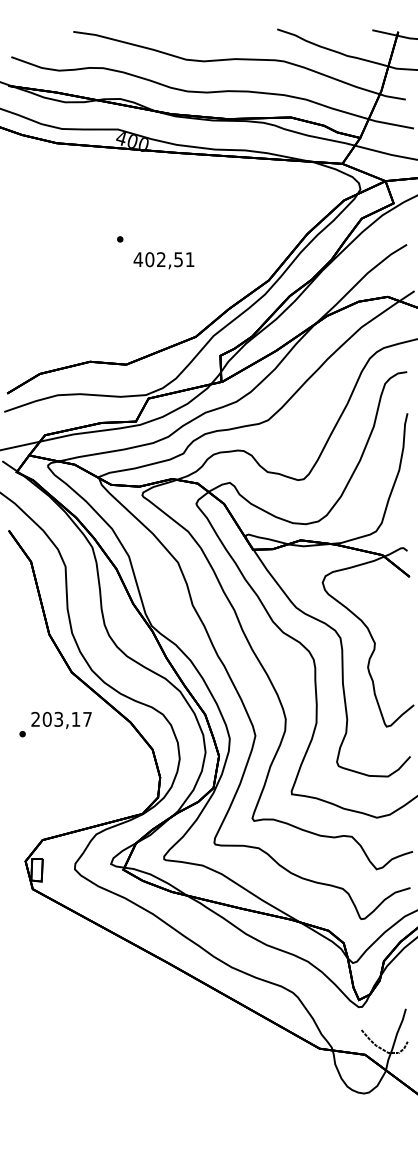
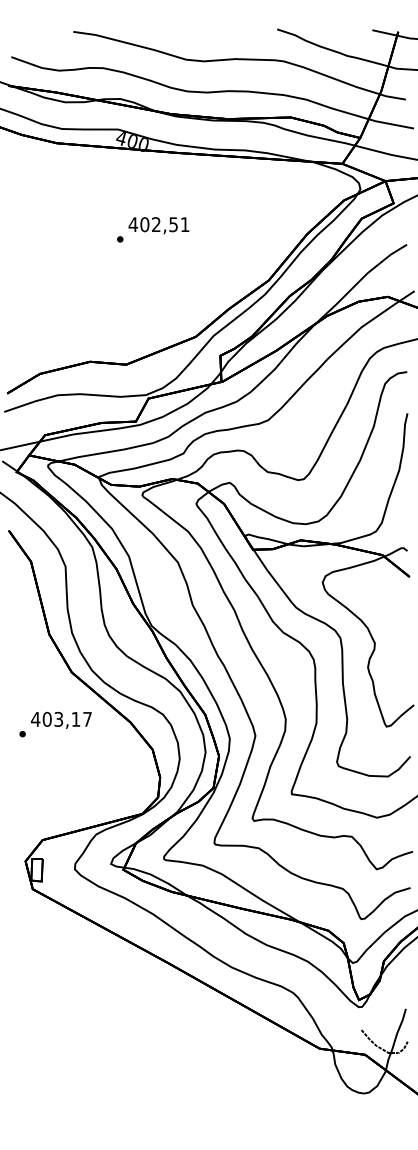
text at (163, 260) position: (163, 260) -> (158, 225)
text at (35, 718): 203,17 -> 403,17
